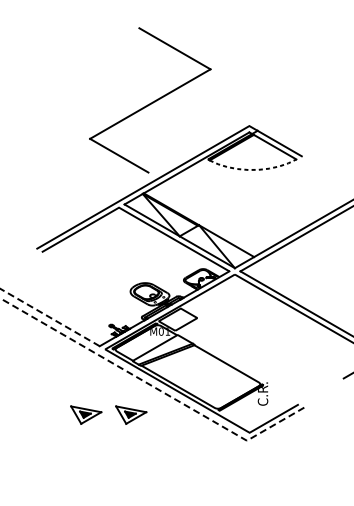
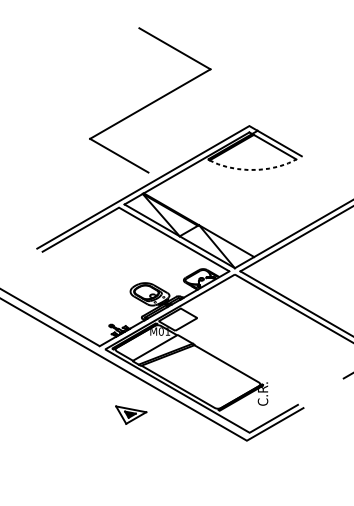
line at (49, 317): dashed -> solid
line at (152, 386): dashed -> solid
part at (86, 414): present -> none
